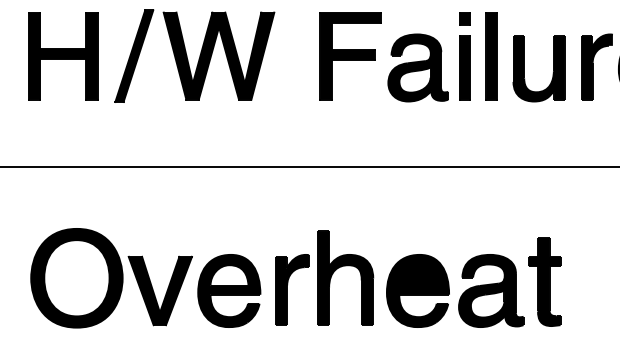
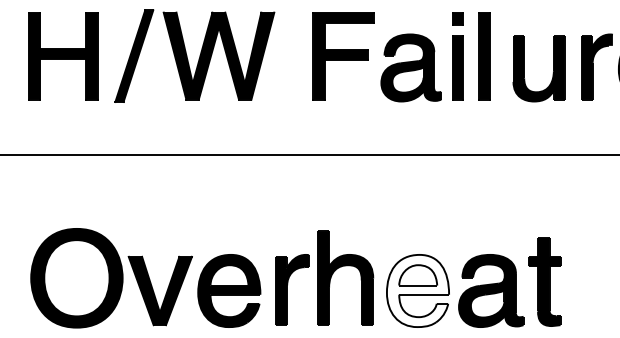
part at (408, 57) position: (408, 57) -> (401, 57)
line at (309, 167) position: (309, 167) -> (309, 155)
fill at (417, 290): present -> none
